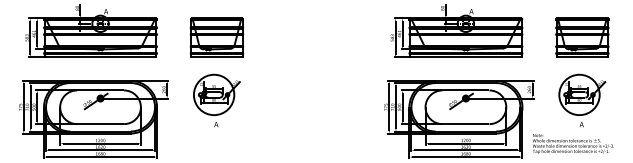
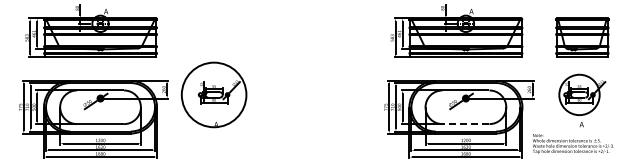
part at (216, 37): present -> none
circle at (213, 94) diameter: 40 px -> 65 px
line at (465, 124): solid -> dashed
